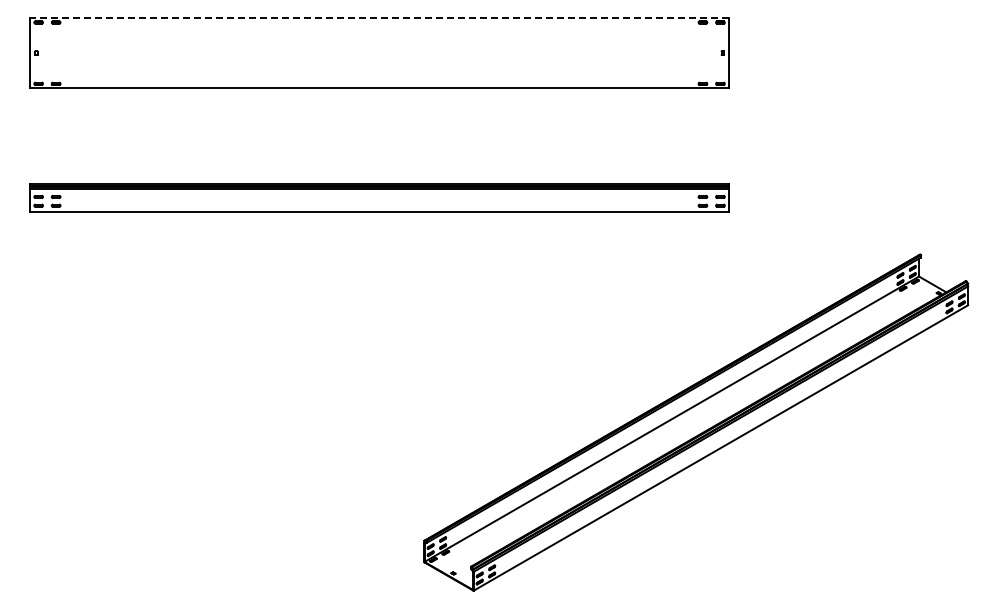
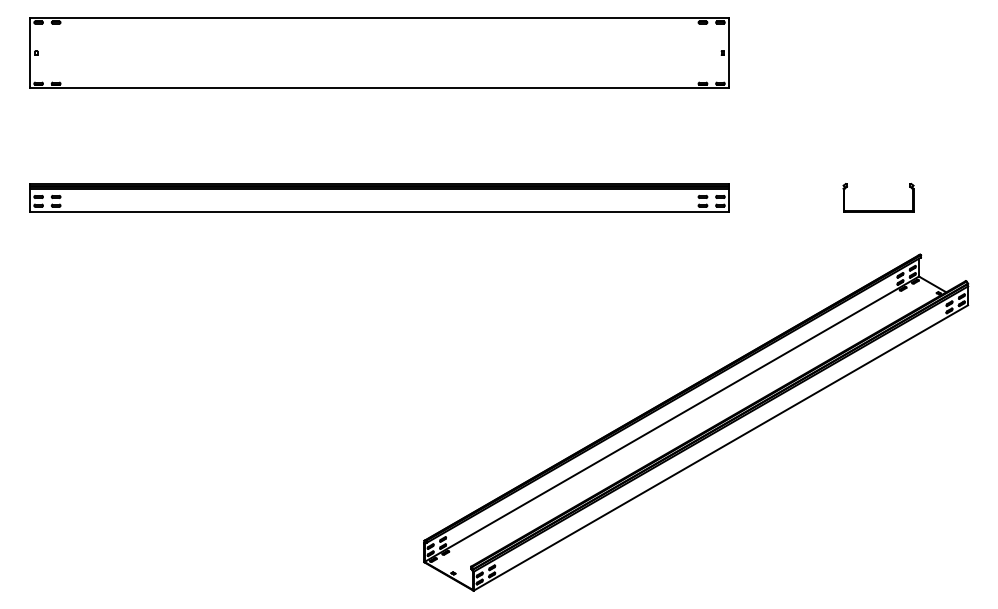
line at (379, 18): dashed -> solid
part at (878, 210): none -> present
